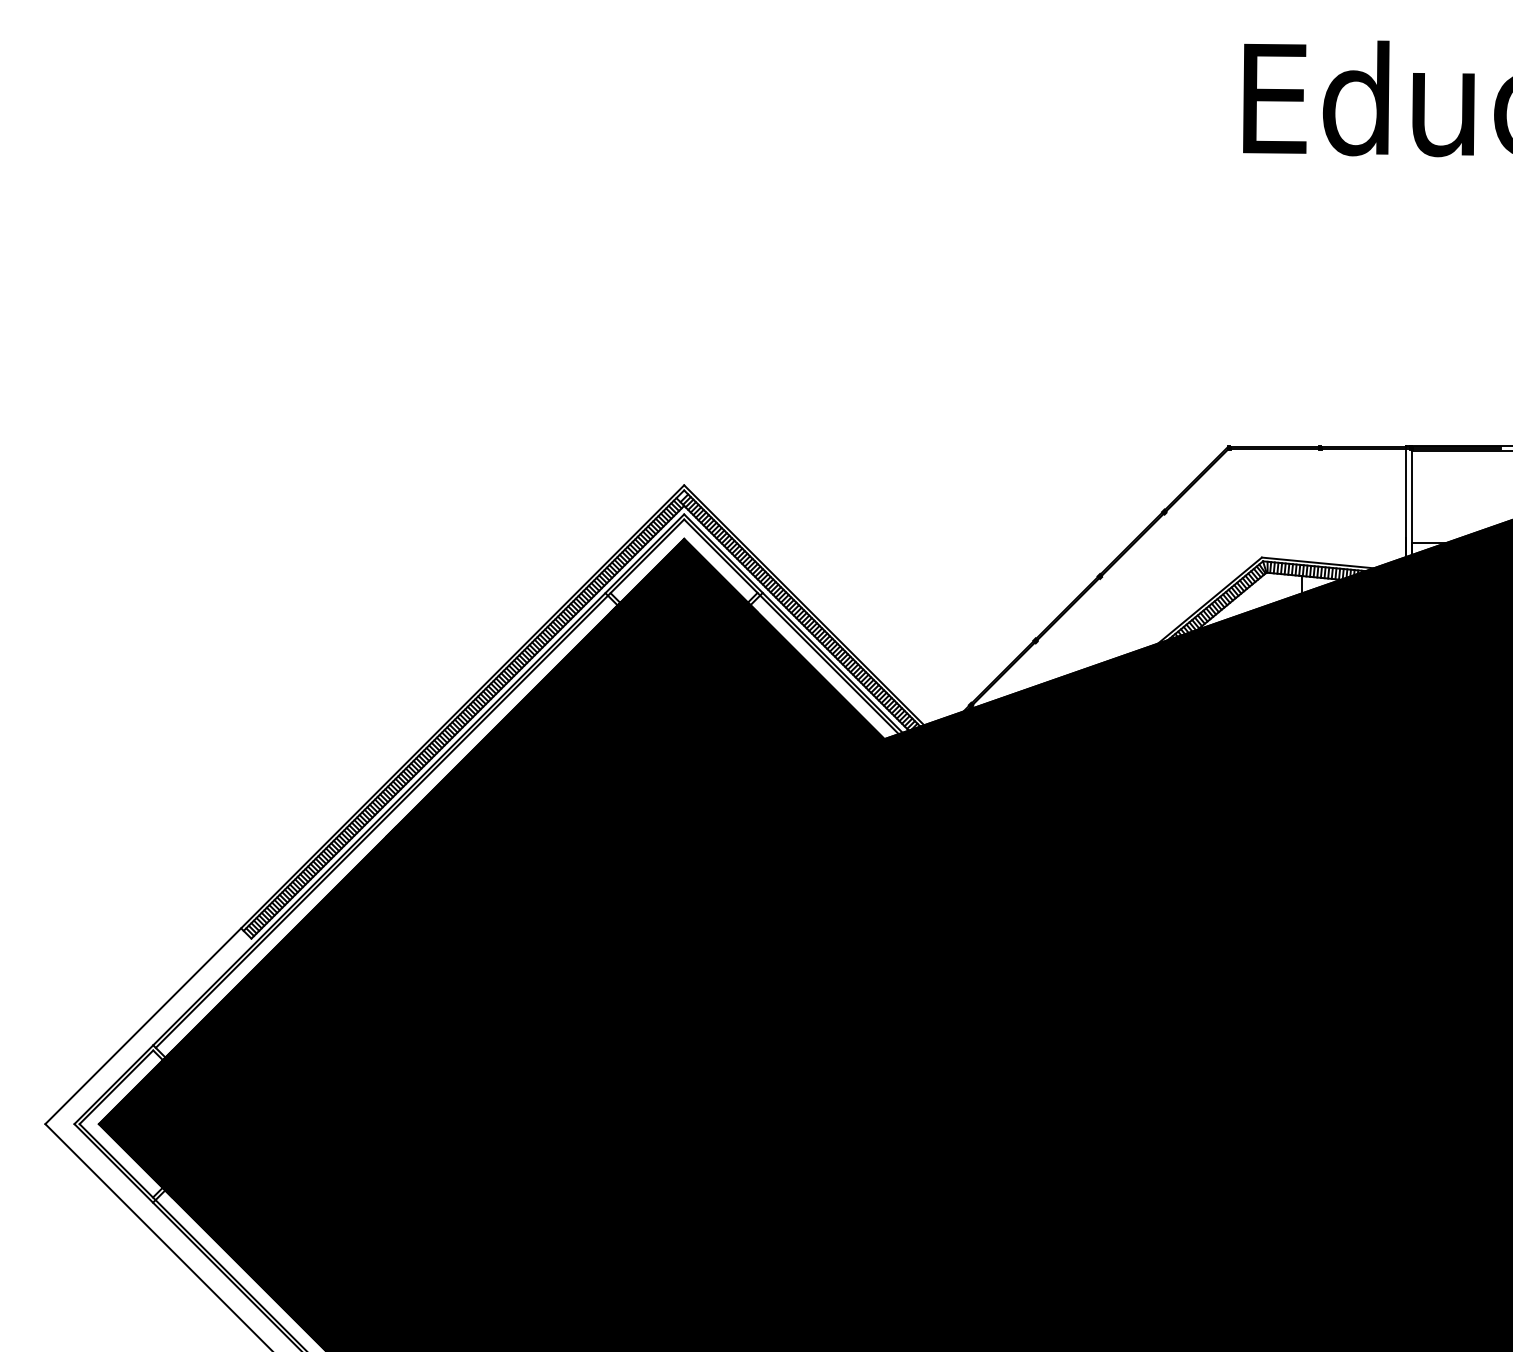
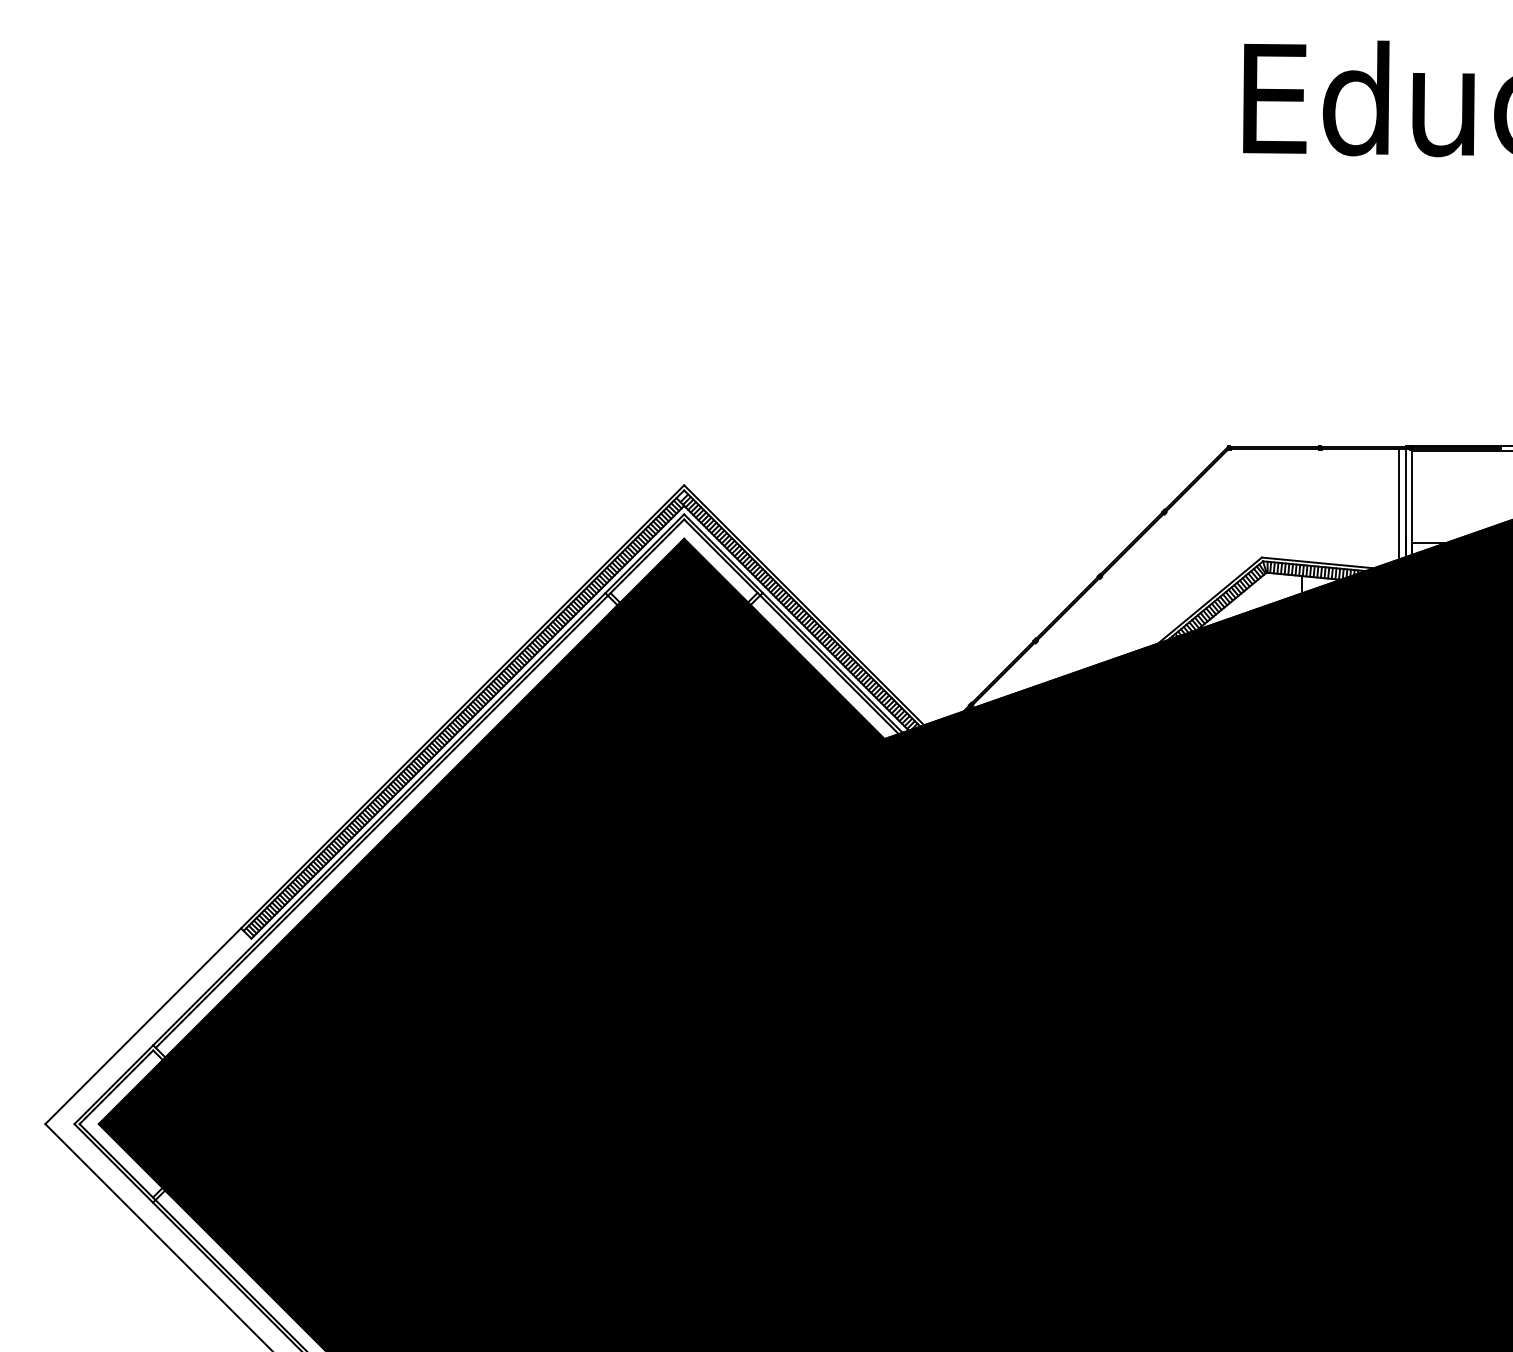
line at (1398, 509): none -> present
